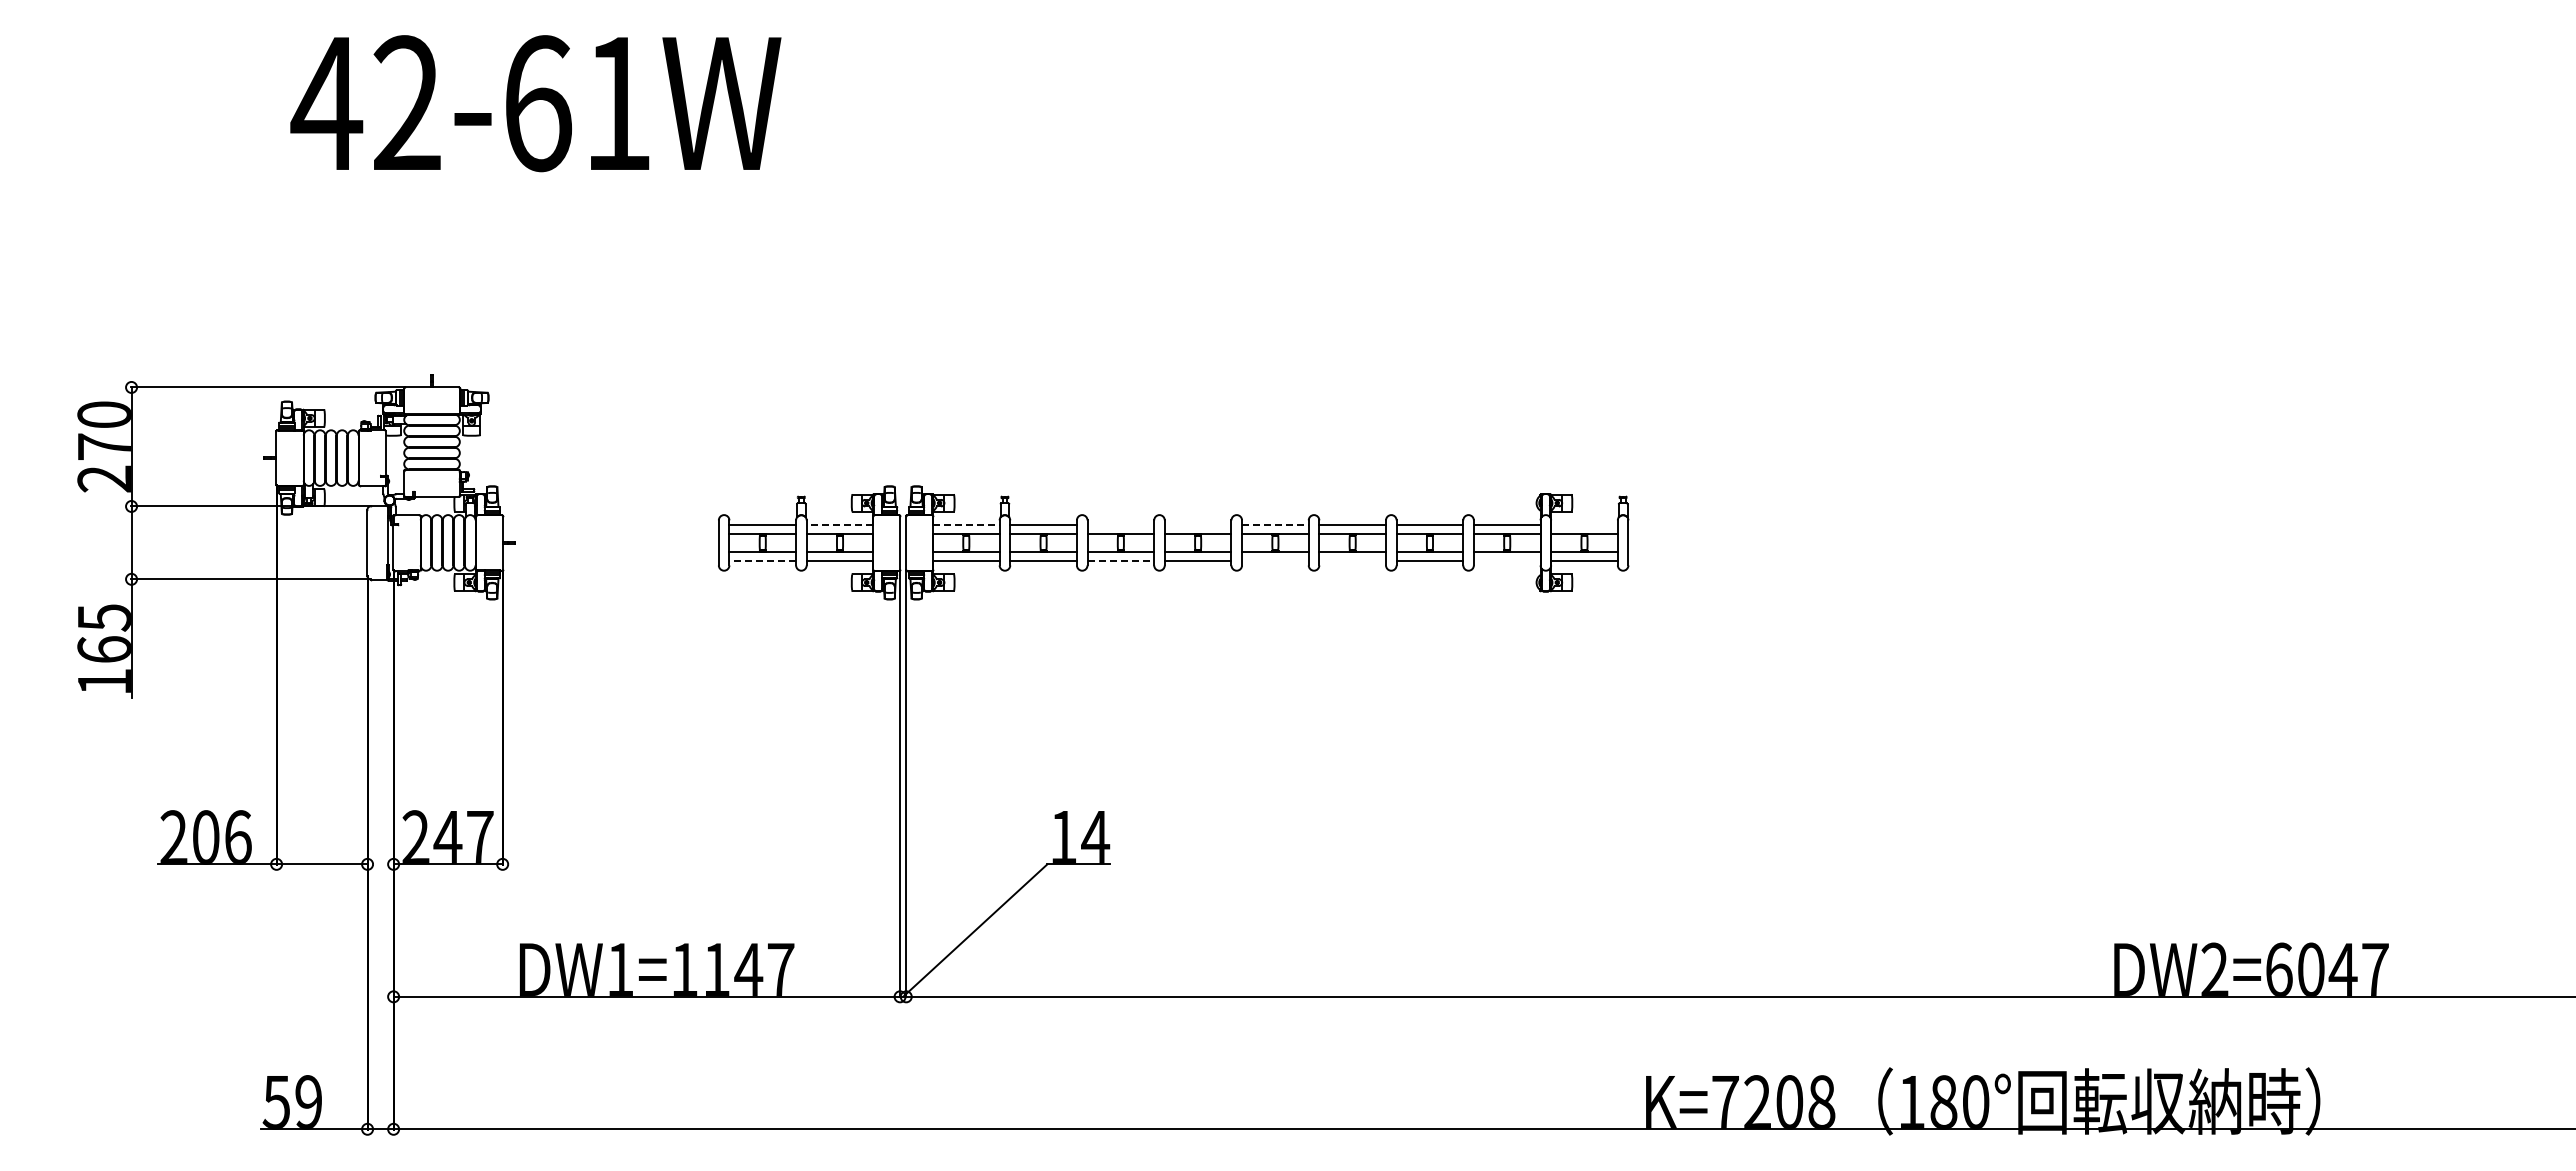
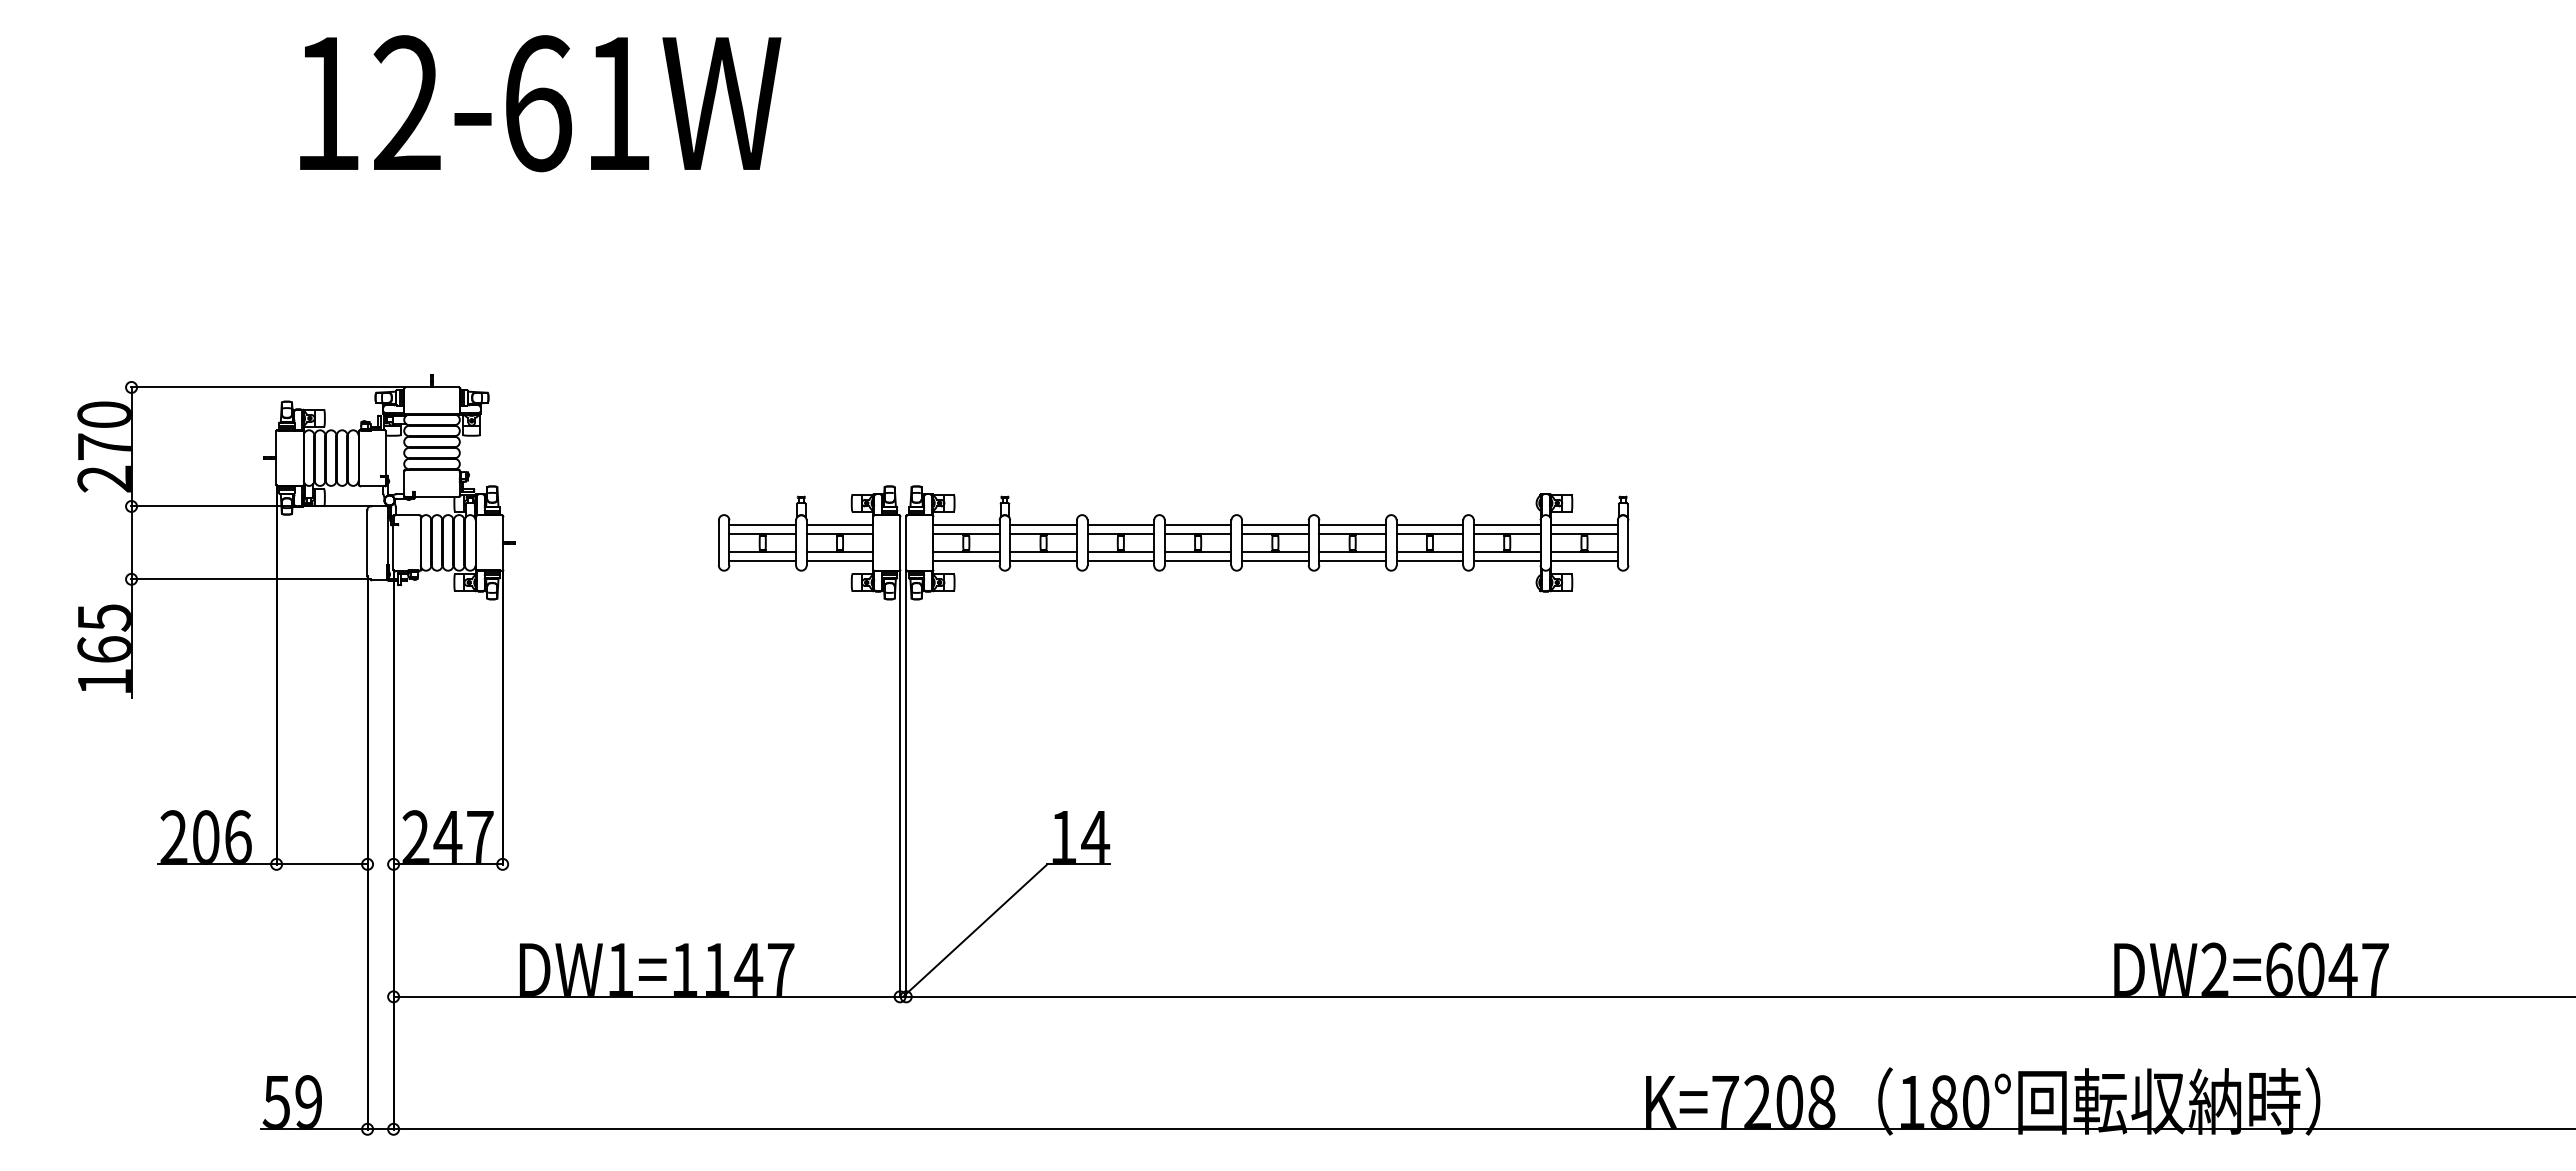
text at (326, 103): 42-61W -> 12-61W
line at (839, 525): dashed -> solid
line at (966, 525): dashed -> solid
line at (1120, 525): none -> present
line at (1197, 525): none -> present
line at (1275, 525): dashed -> solid
line at (1584, 525): none -> present
line at (762, 560): dashed -> solid
line at (1121, 560): dashed -> solid
line at (1275, 560): none -> present
line at (1352, 560): none -> present
line at (1506, 560): none -> present
